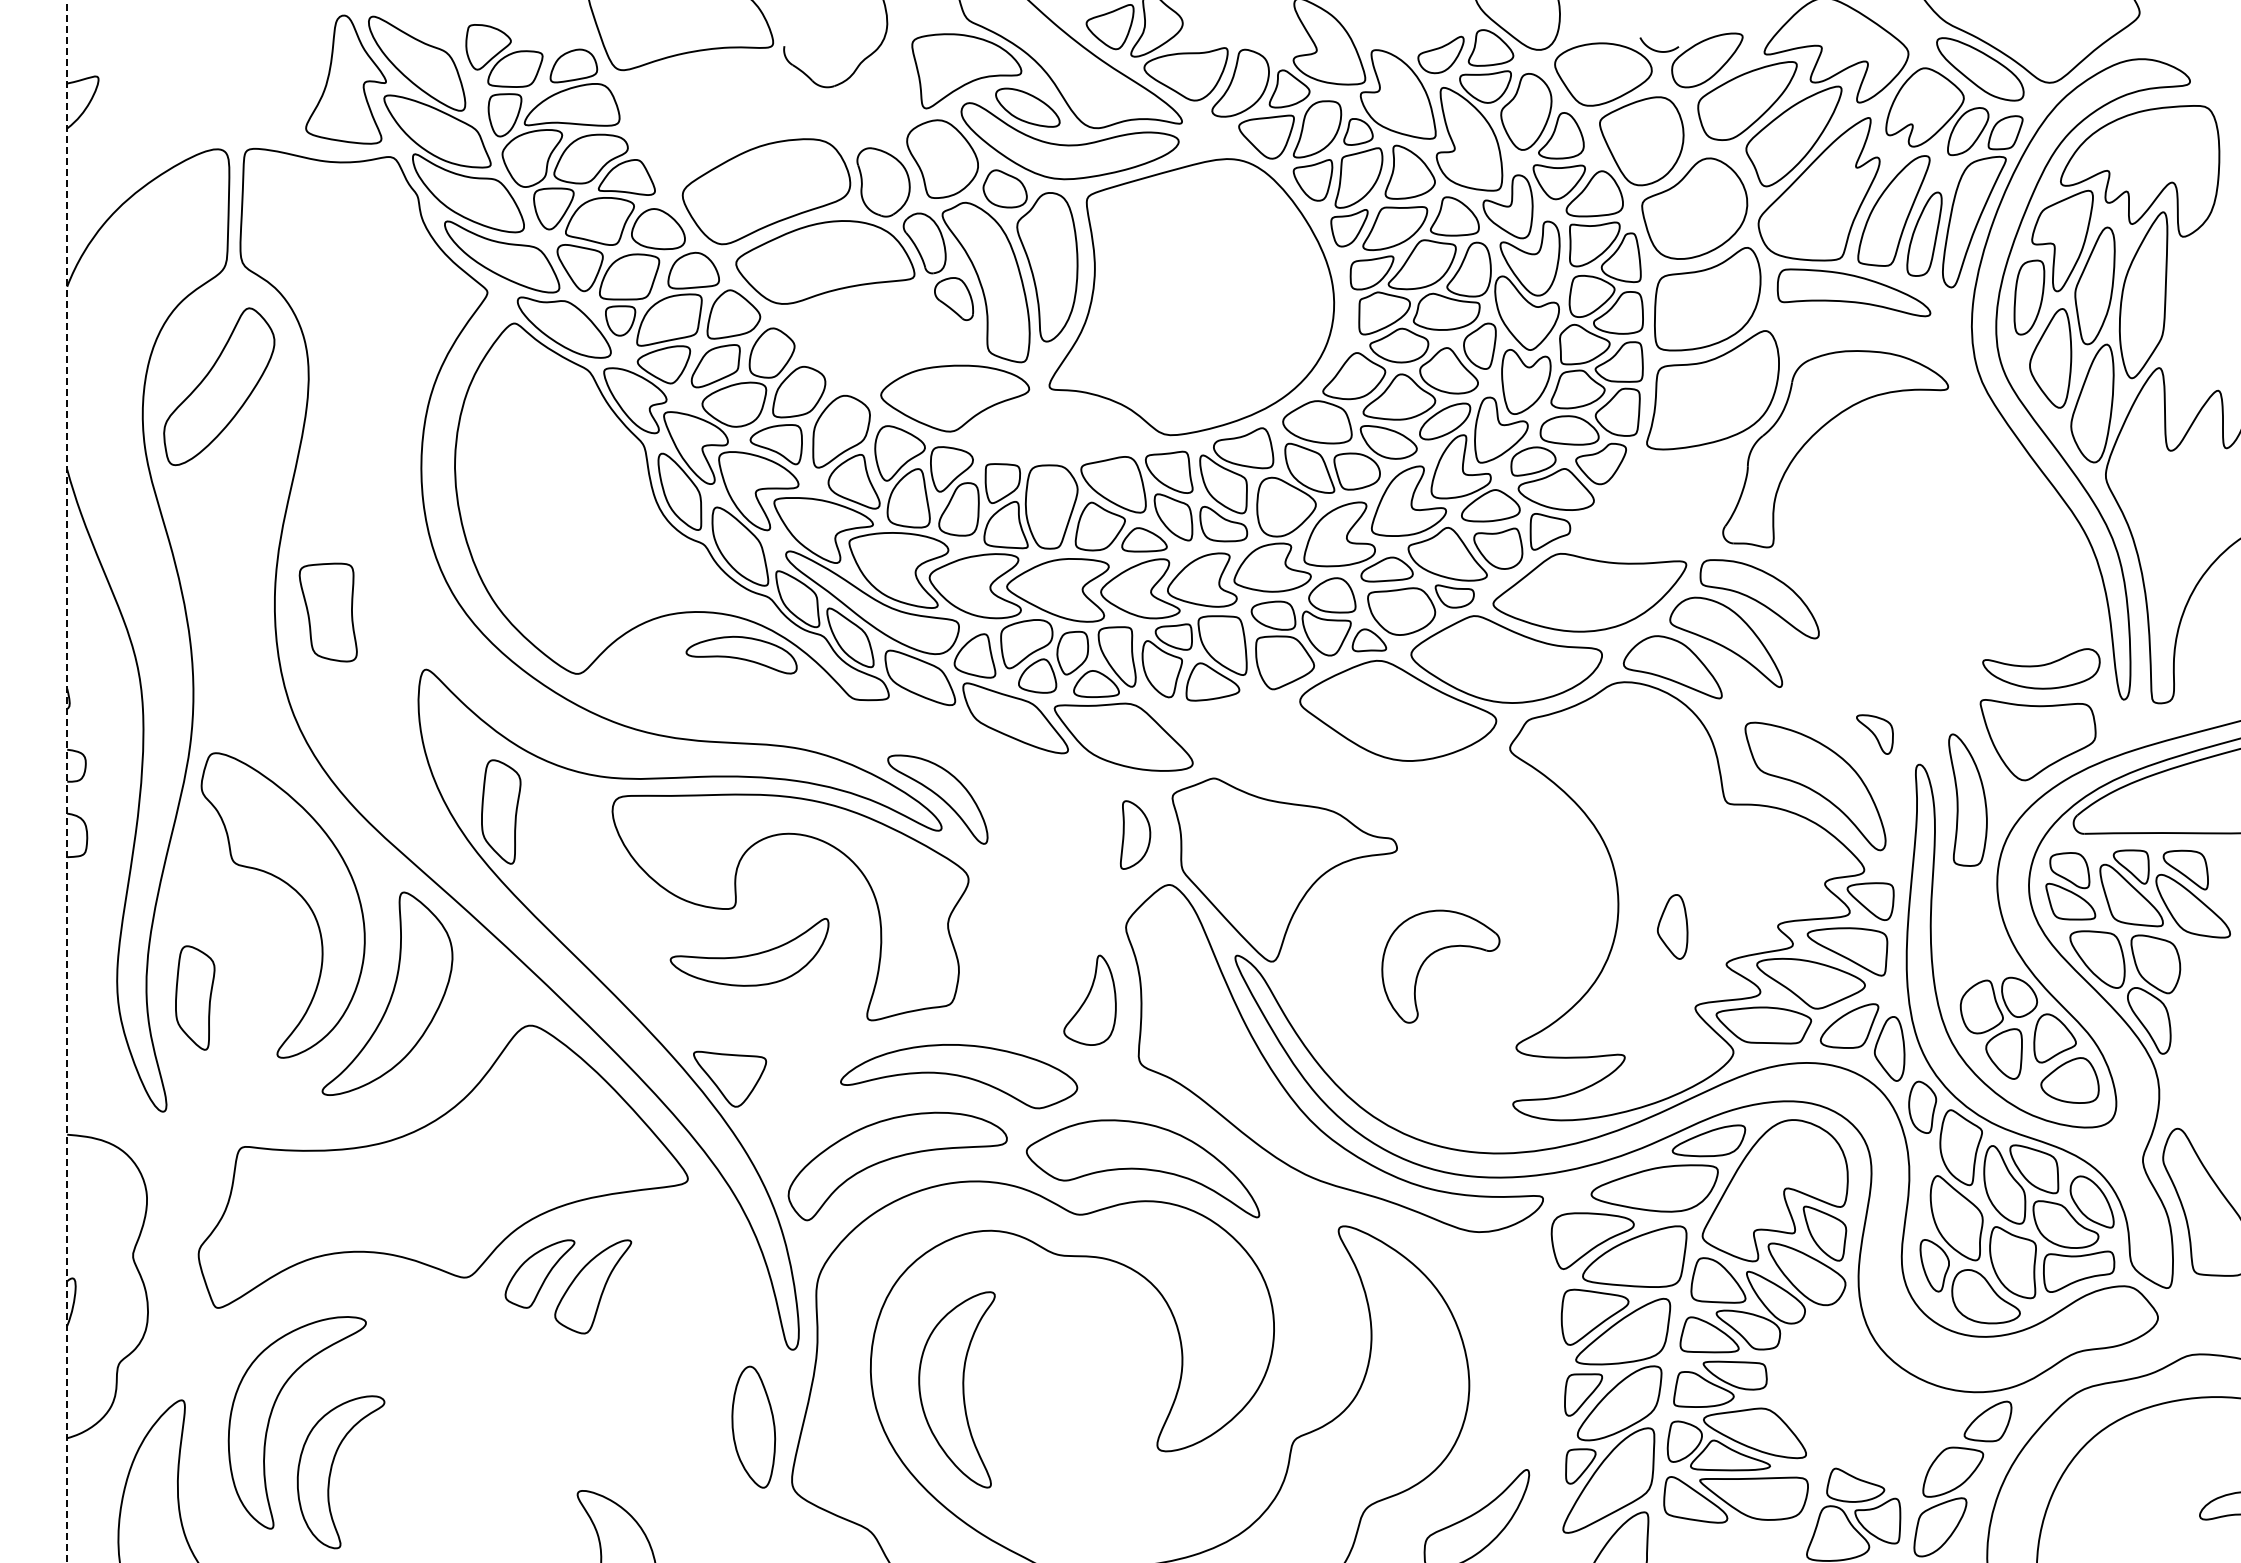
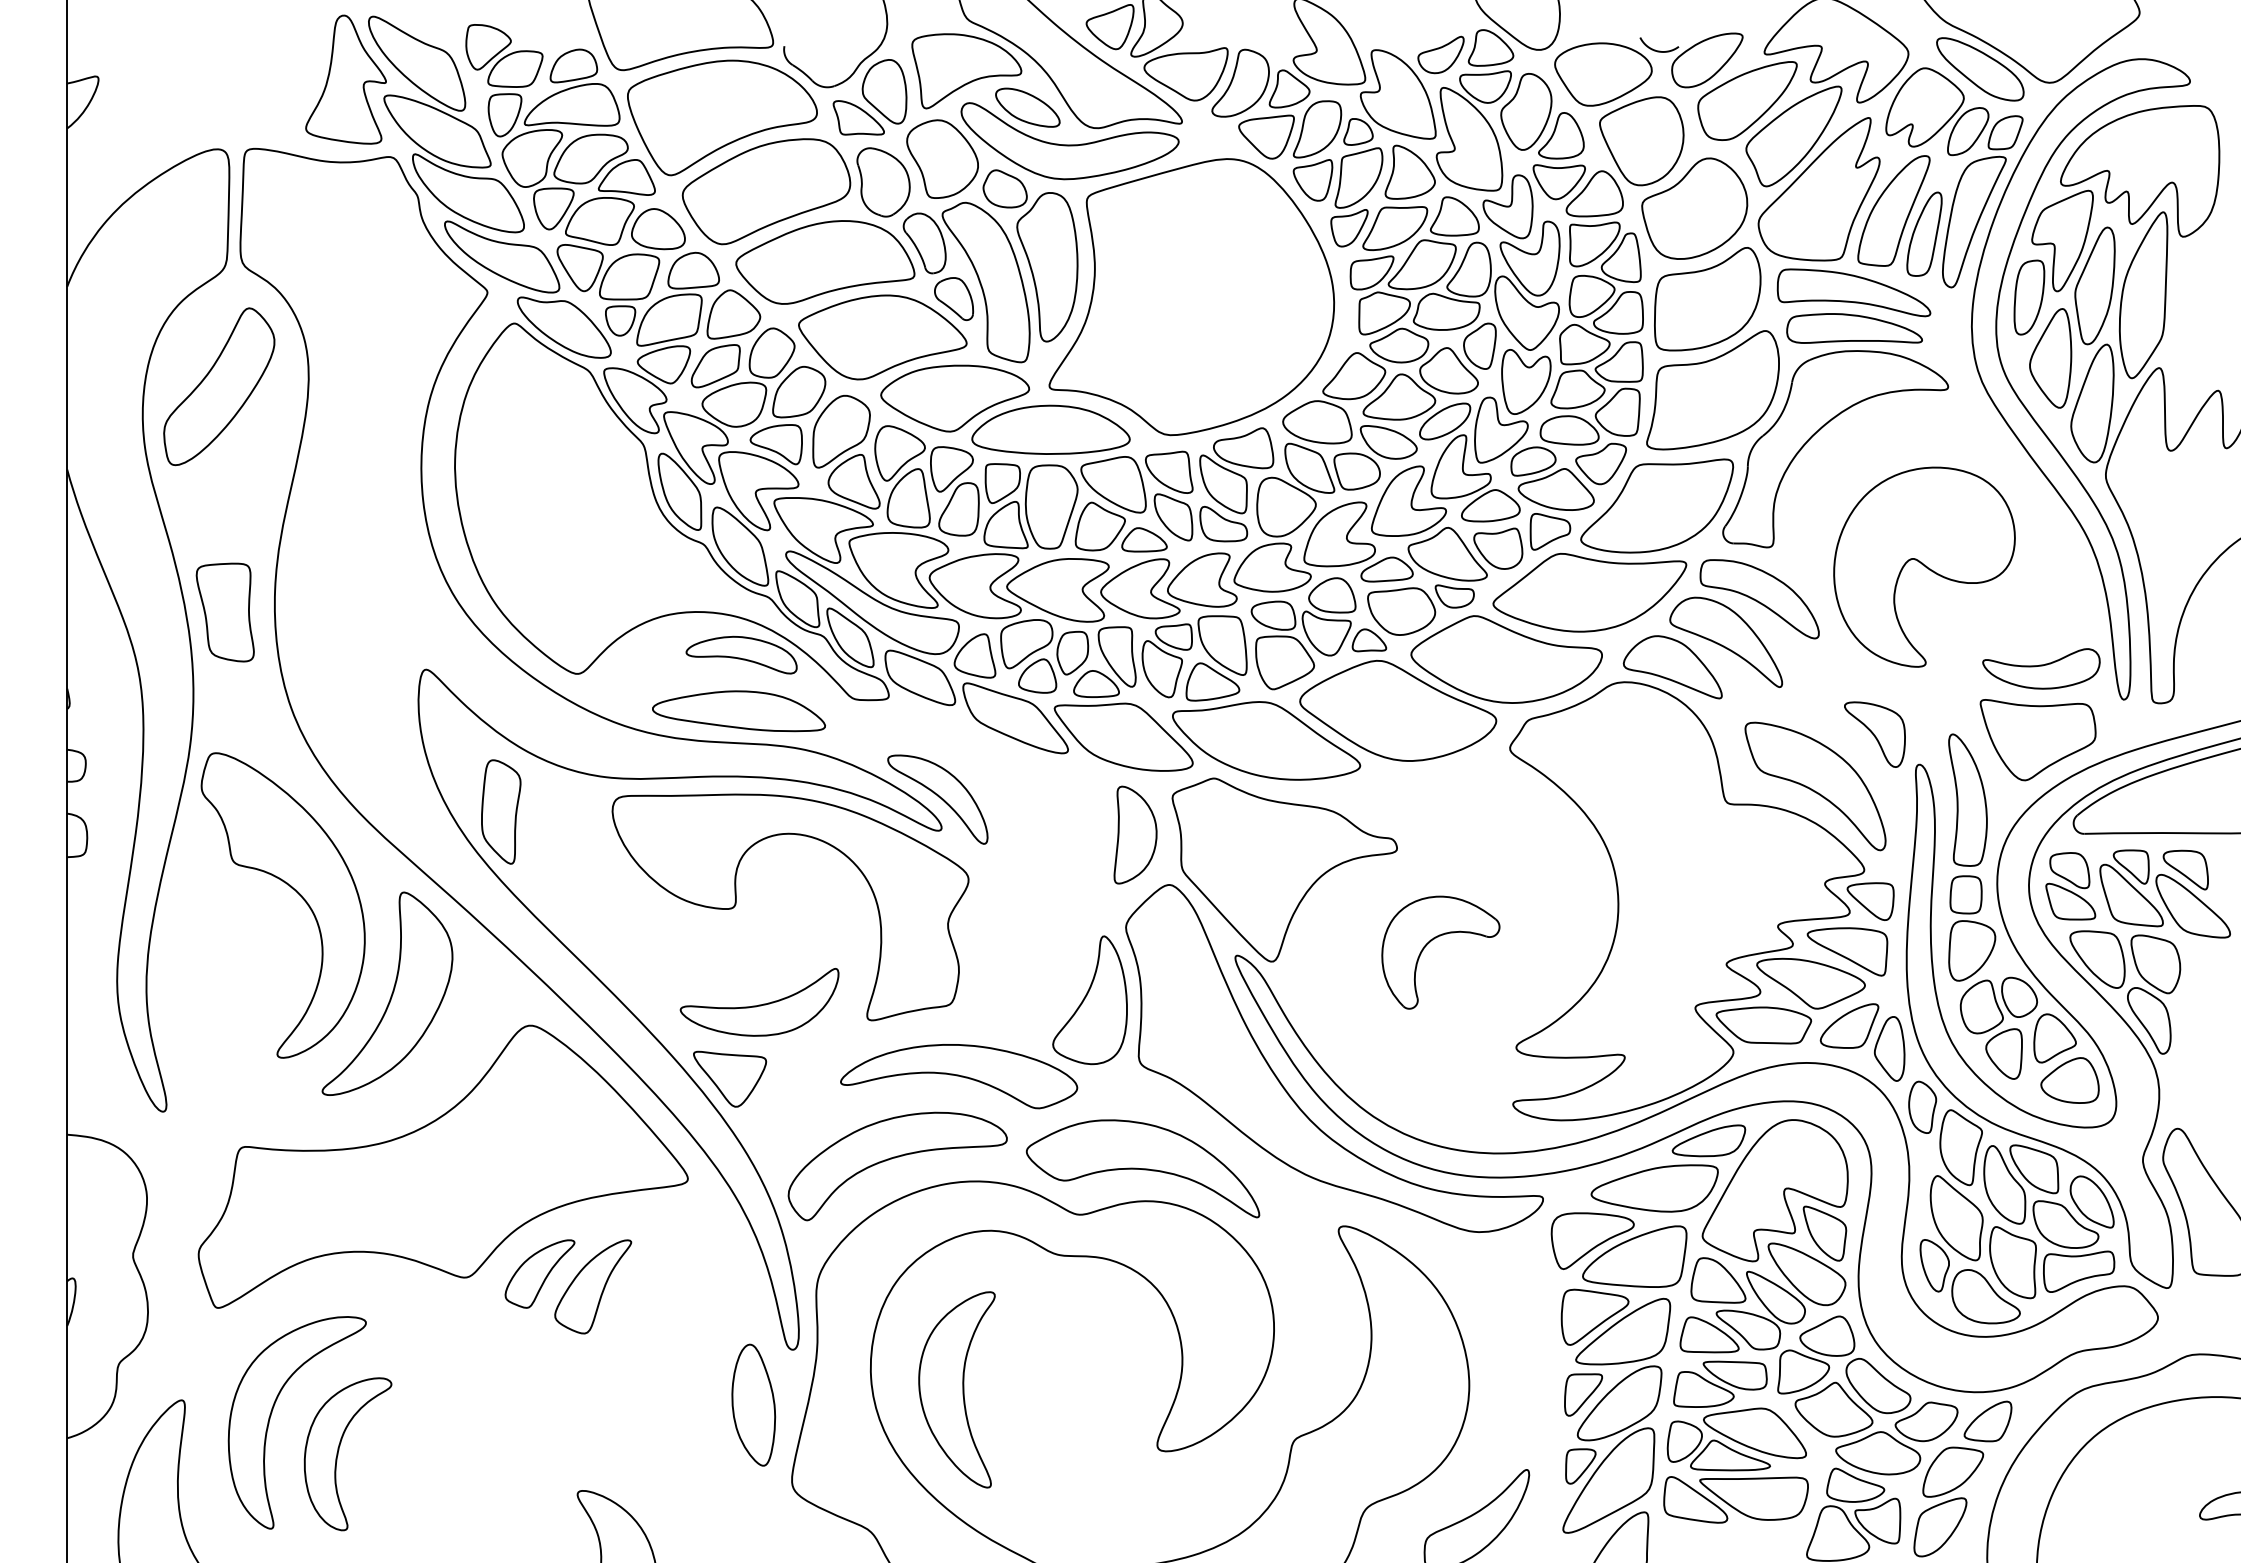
part at (869, 97): none -> present
part at (722, 117): none -> present
part at (1854, 328): none -> present
part at (882, 337): none -> present
part at (1050, 429): none -> present
part at (1657, 505): none -> present
part at (1924, 566): none -> present
part at (327, 612) position: (327, 612) -> (224, 612)
part at (738, 711): none -> present
part at (1874, 734) size: 38x41 px -> 62x67 px
part at (1266, 740): none -> present
line at (67, 781): dashed -> solid
part at (1135, 834) size: 33x70 px -> 45x100 px
part at (1672, 926): present -> none
part at (1972, 928): none -> present
part at (749, 952) position: (749, 952) -> (759, 1002)
part at (1430, 956) position: (1430, 956) -> (1430, 942)
part at (195, 997): present -> none
part at (1089, 999) size: 54x92 px -> 76x131 px
part at (1867, 1395): none -> present
part at (753, 1426) position: (753, 1426) -> (753, 1404)
part at (332, 1468) position: (332, 1468) -> (339, 1450)
